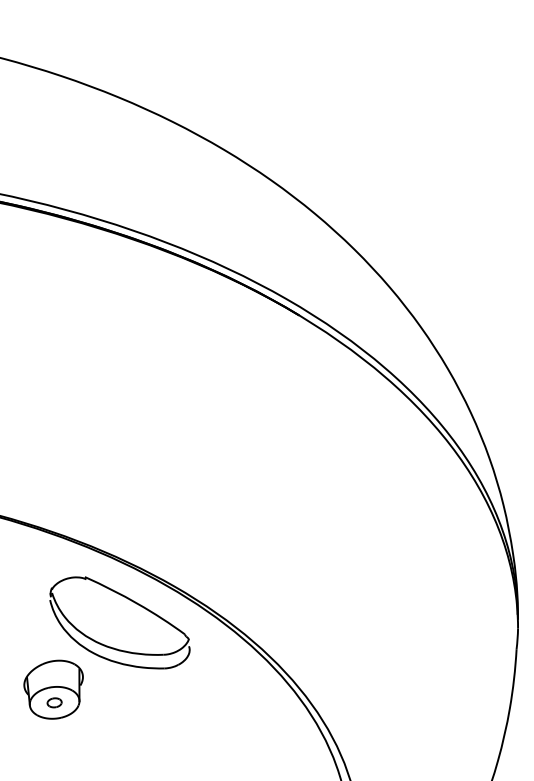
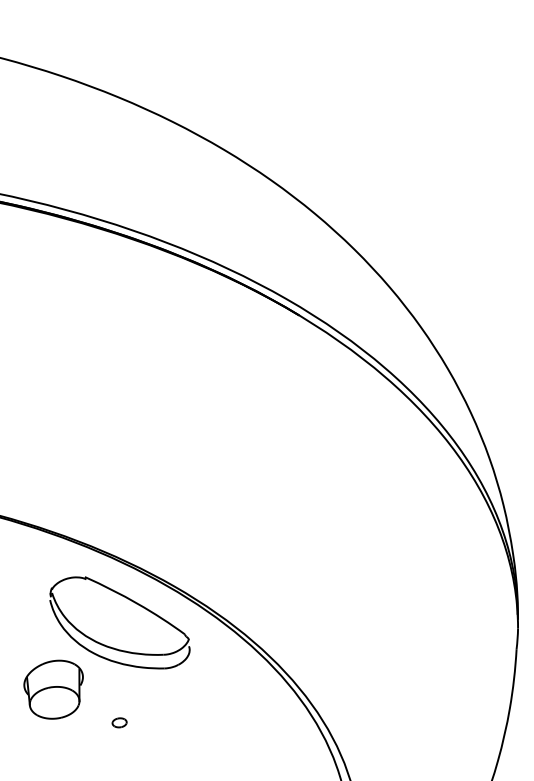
part at (54, 702) position: (54, 702) -> (119, 722)
